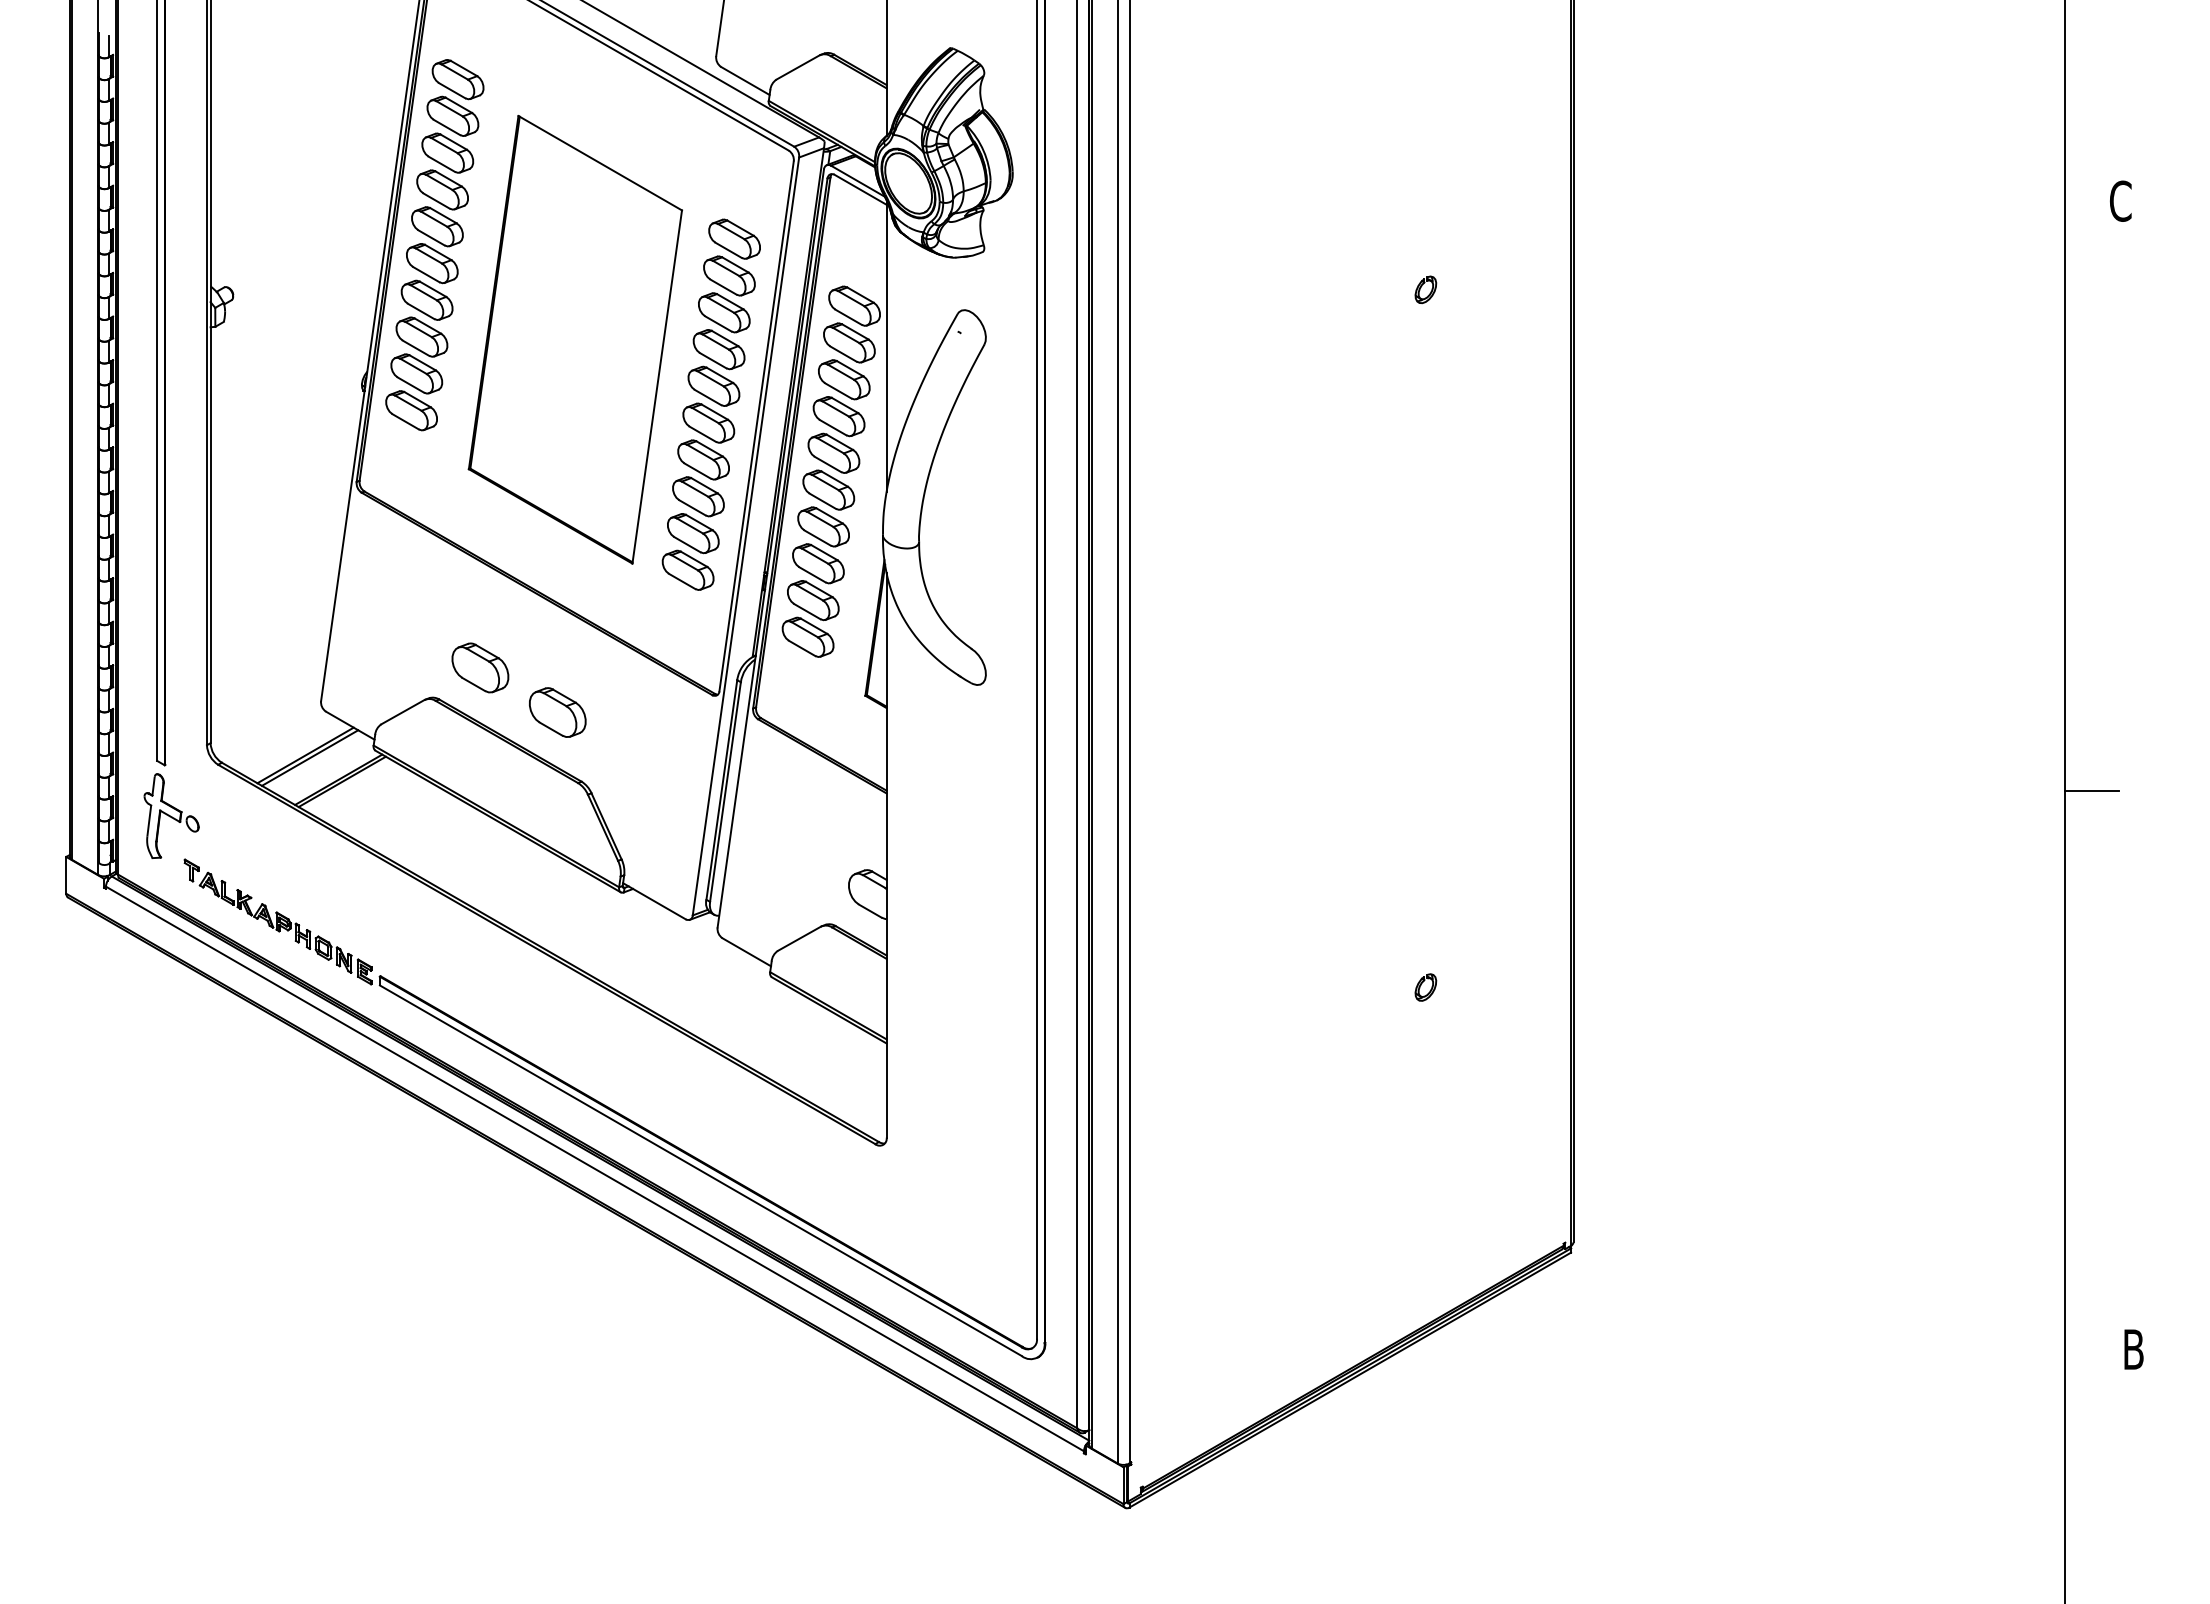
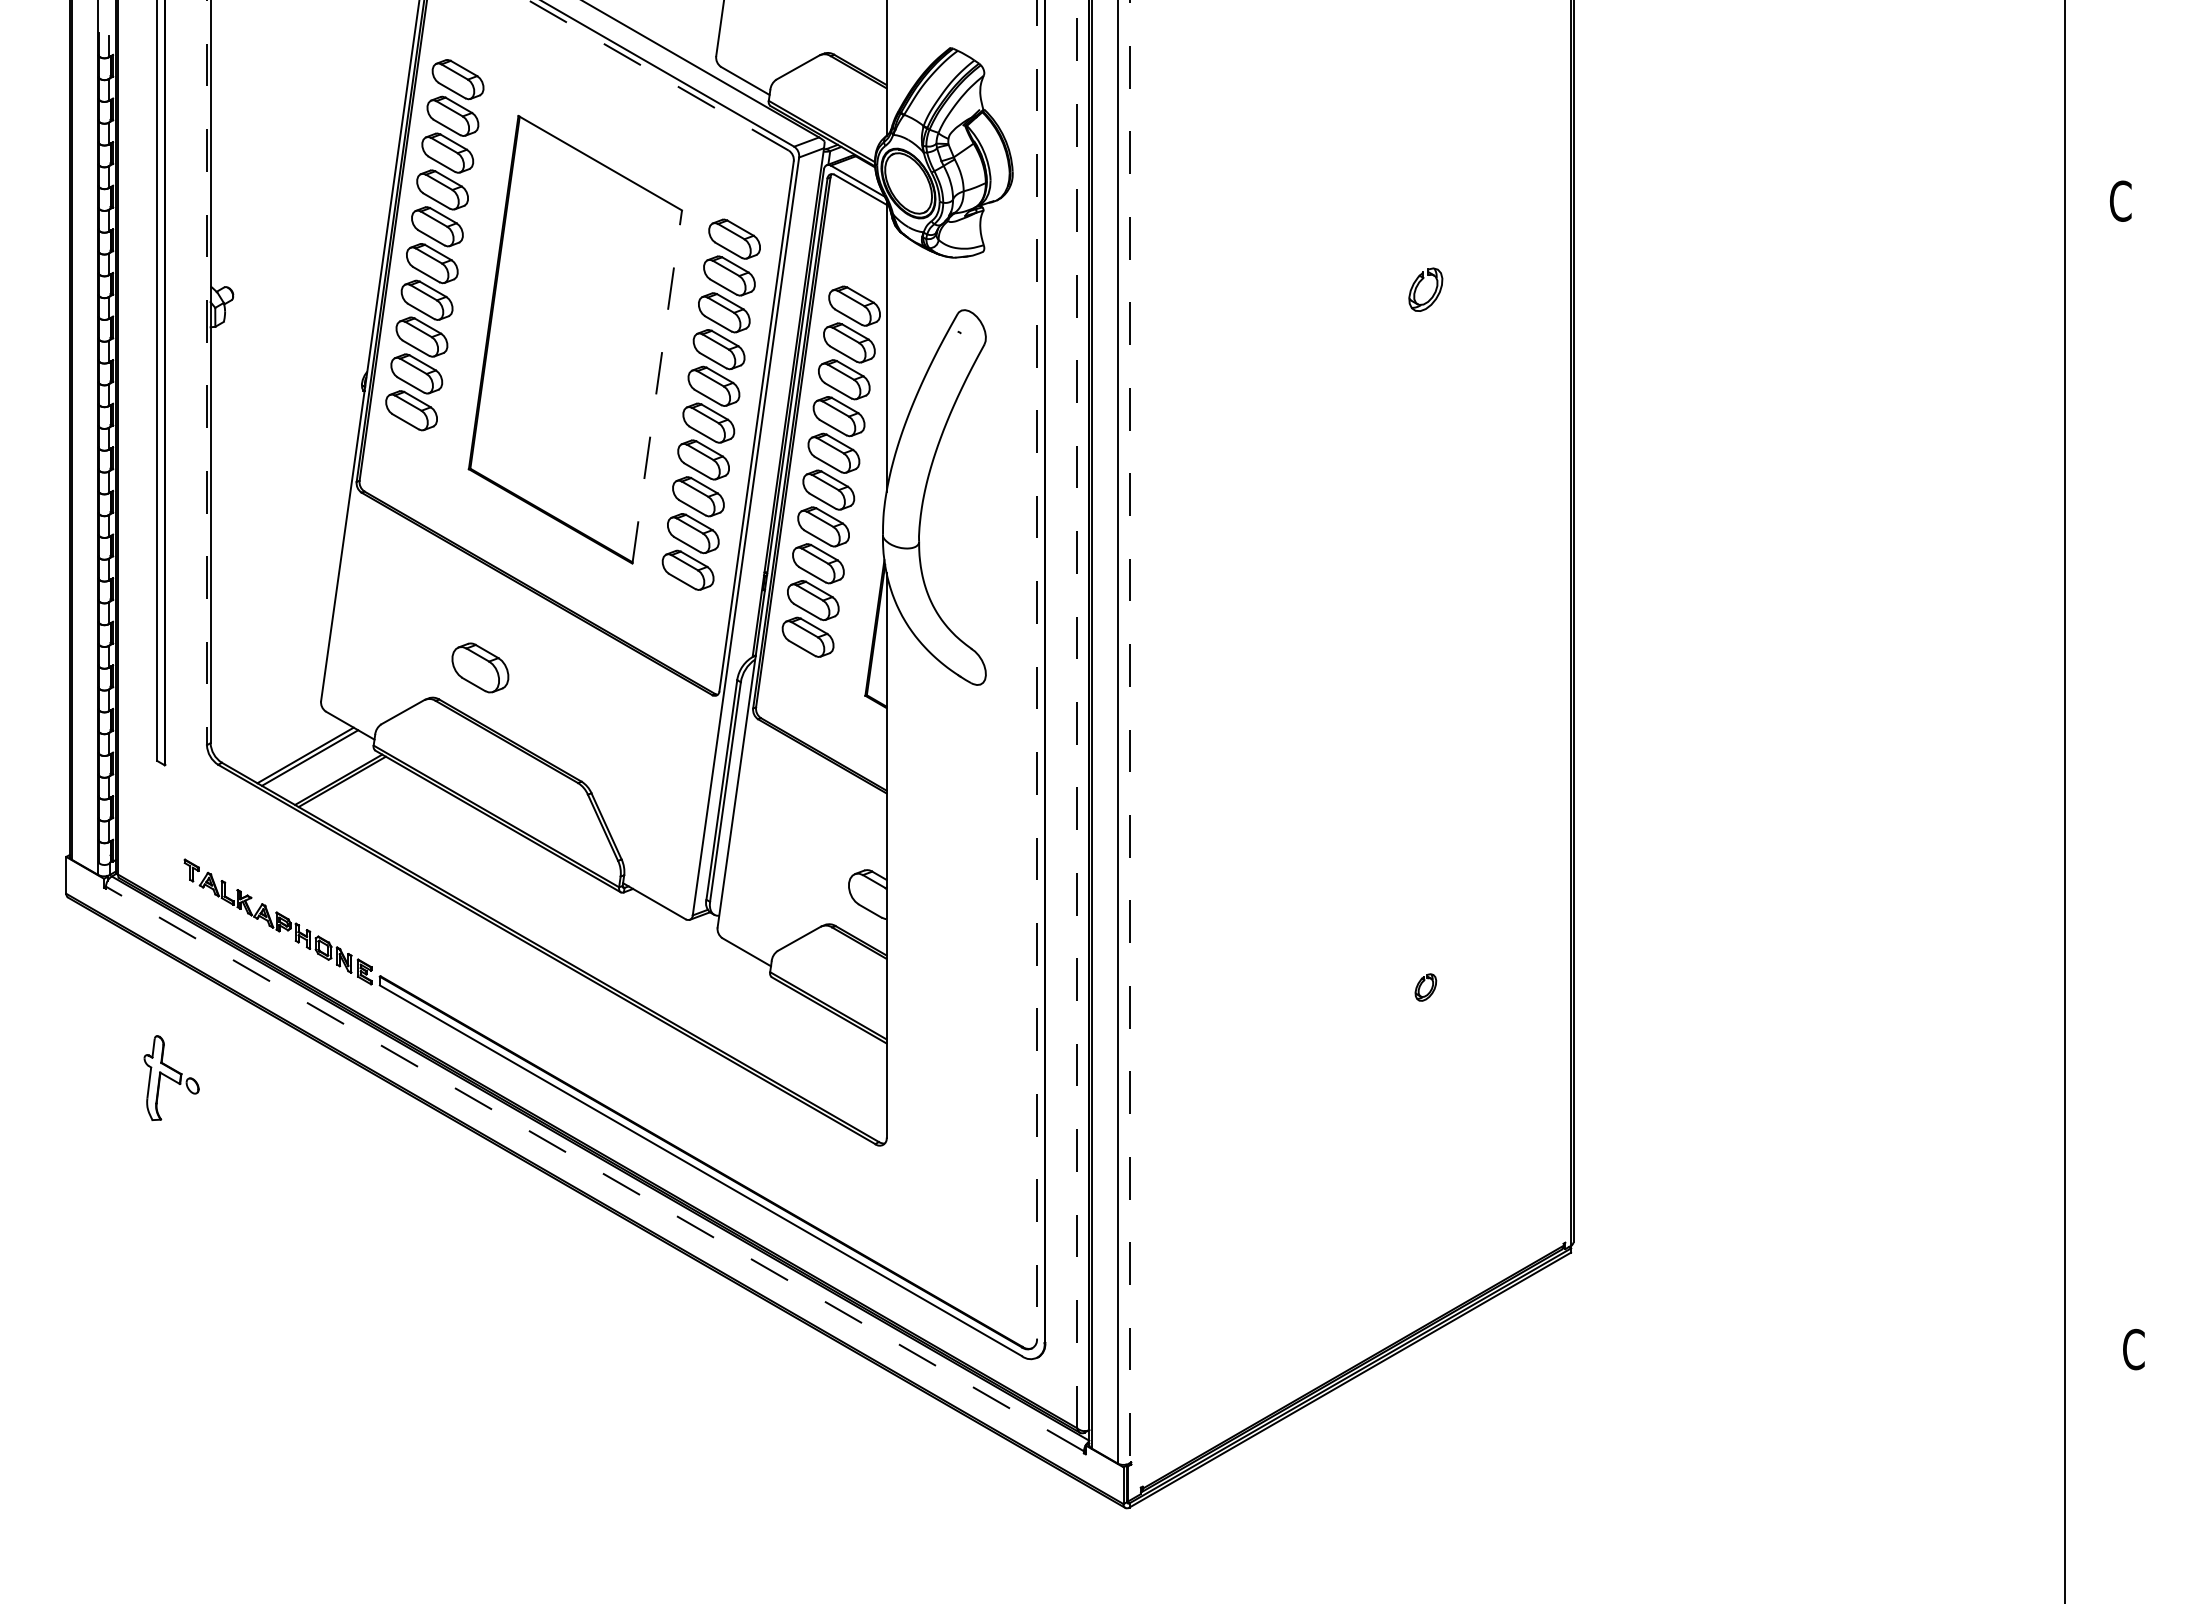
line at (658, 75): solid -> dashed
part at (1425, 289) size: 24x30 px -> 36x45 px
line at (206, 373): solid -> dashed
line at (657, 386): solid -> dashed
line at (1036, 669): solid -> dashed
part at (557, 712): present -> none
line at (1077, 714): solid -> dashed
line at (1129, 732): solid -> dashed
line at (2091, 790): present -> none
part at (171, 815) position: (171, 815) -> (171, 1077)
line at (594, 1168): solid -> dashed
text at (2133, 1349): B -> C
